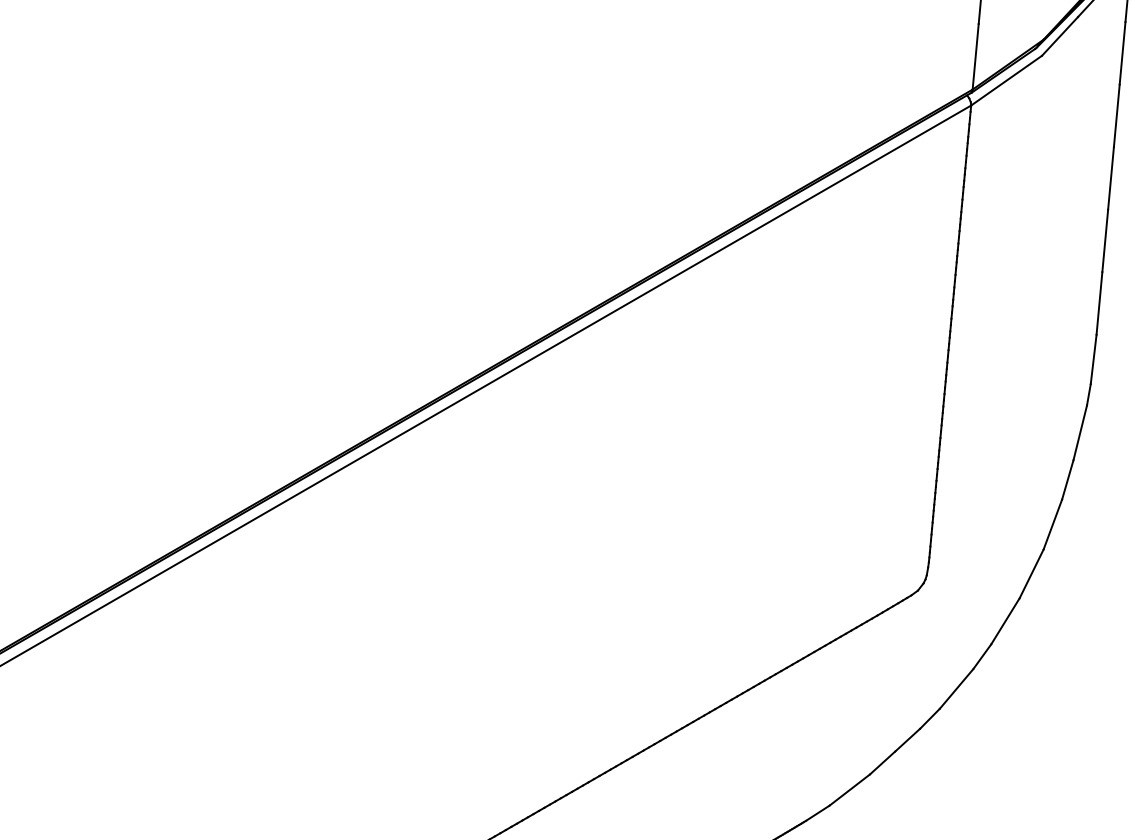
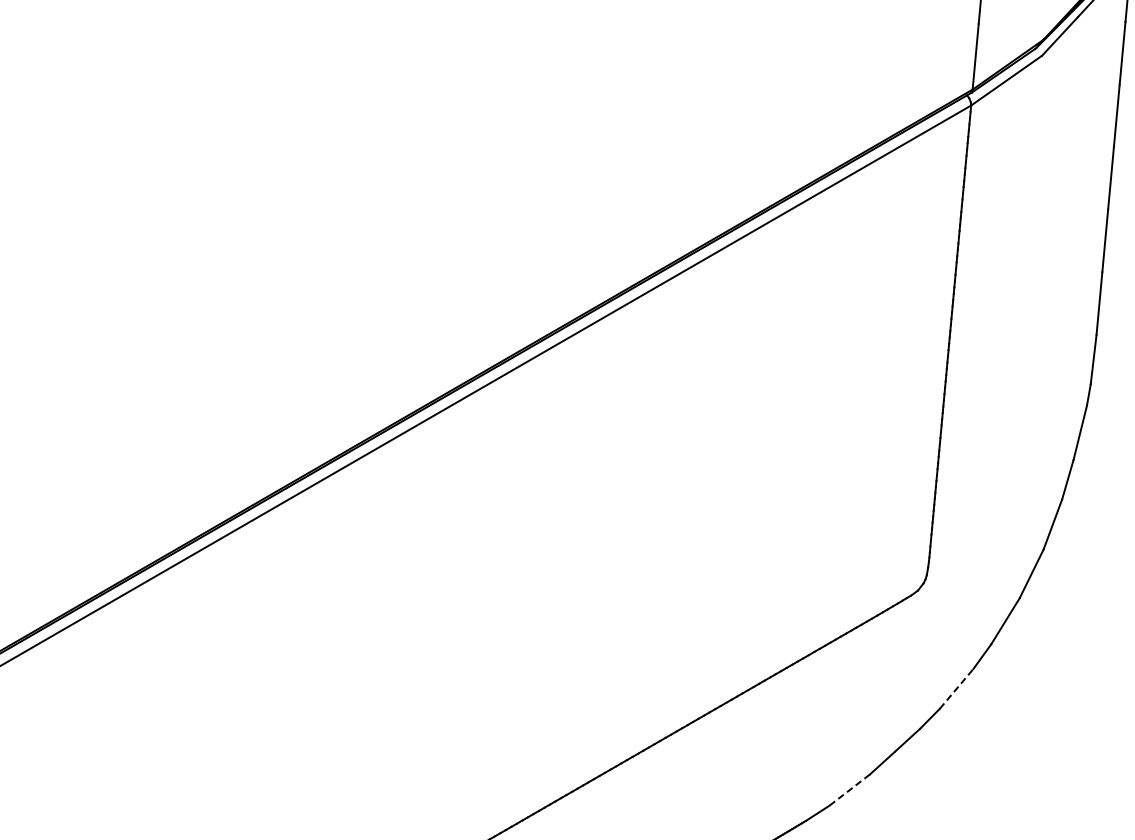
line at (956, 688): solid -> dashed
line at (850, 789): solid -> dashed
